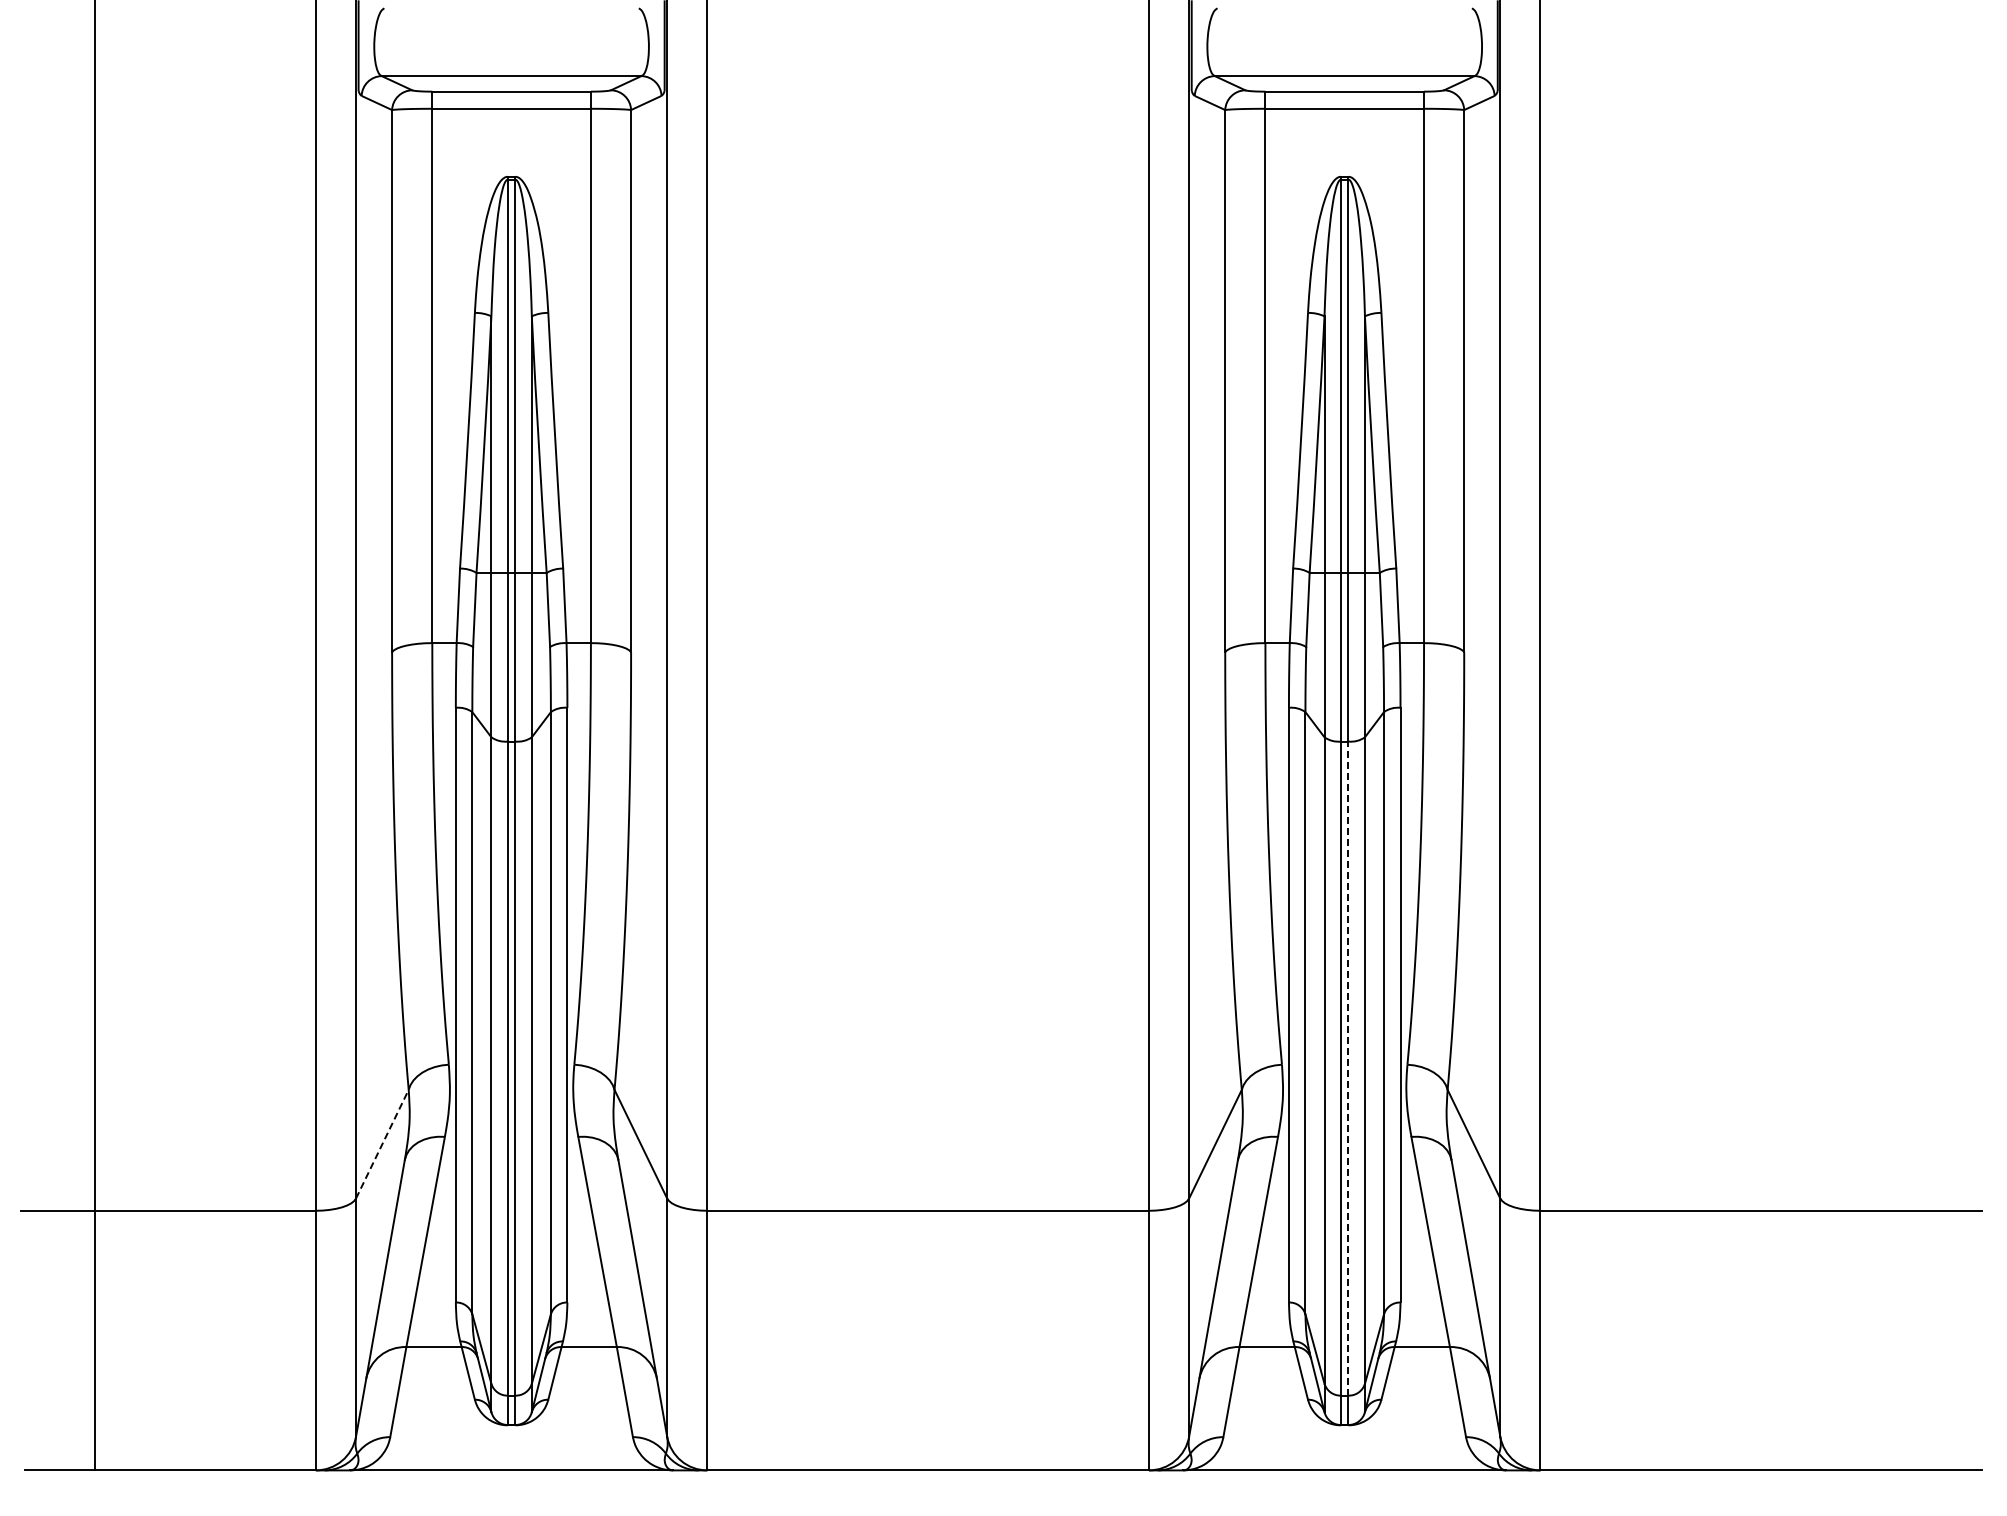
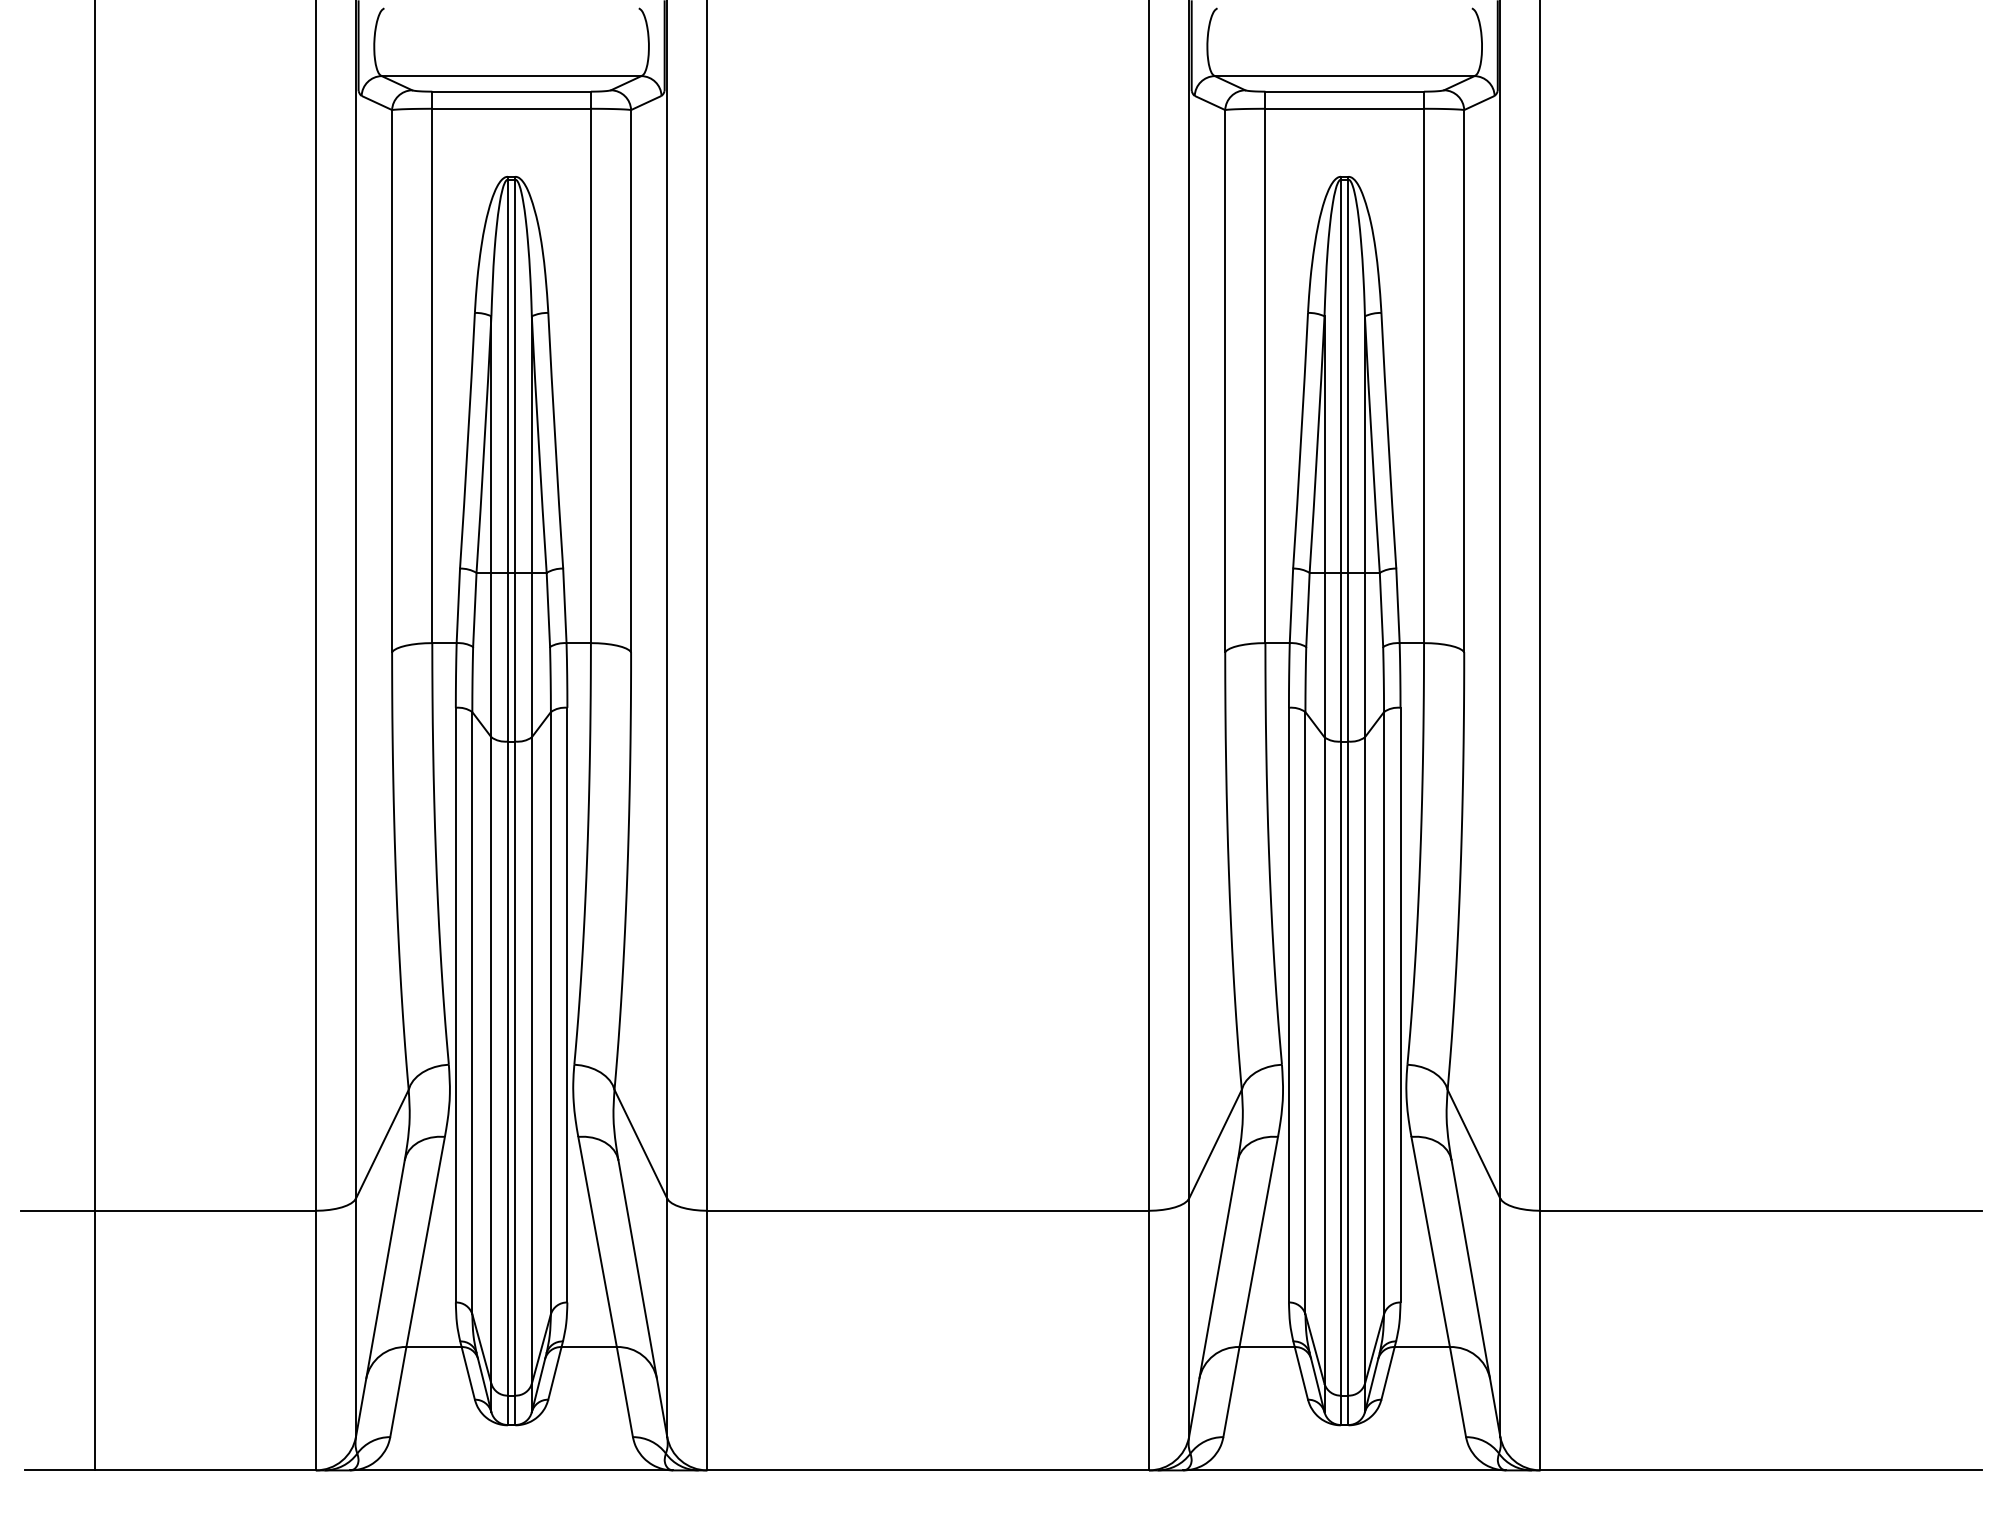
line at (1348, 1068): dashed -> solid
line at (382, 1143): dashed -> solid
